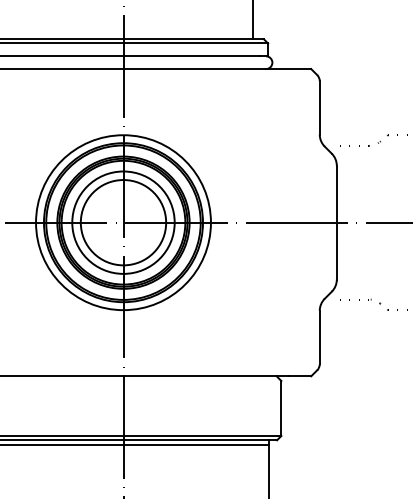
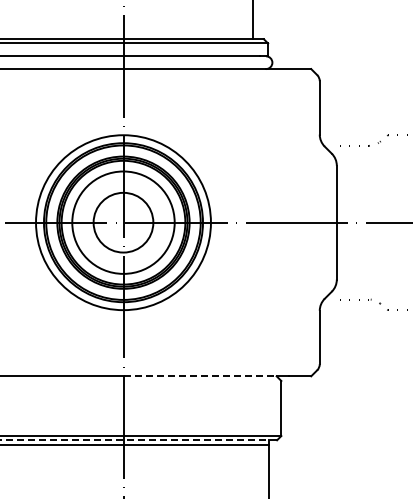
circle at (123, 222) diameter: 85 px -> 60 px
line at (200, 376): solid -> dashed
line at (138, 440): solid -> dashed
